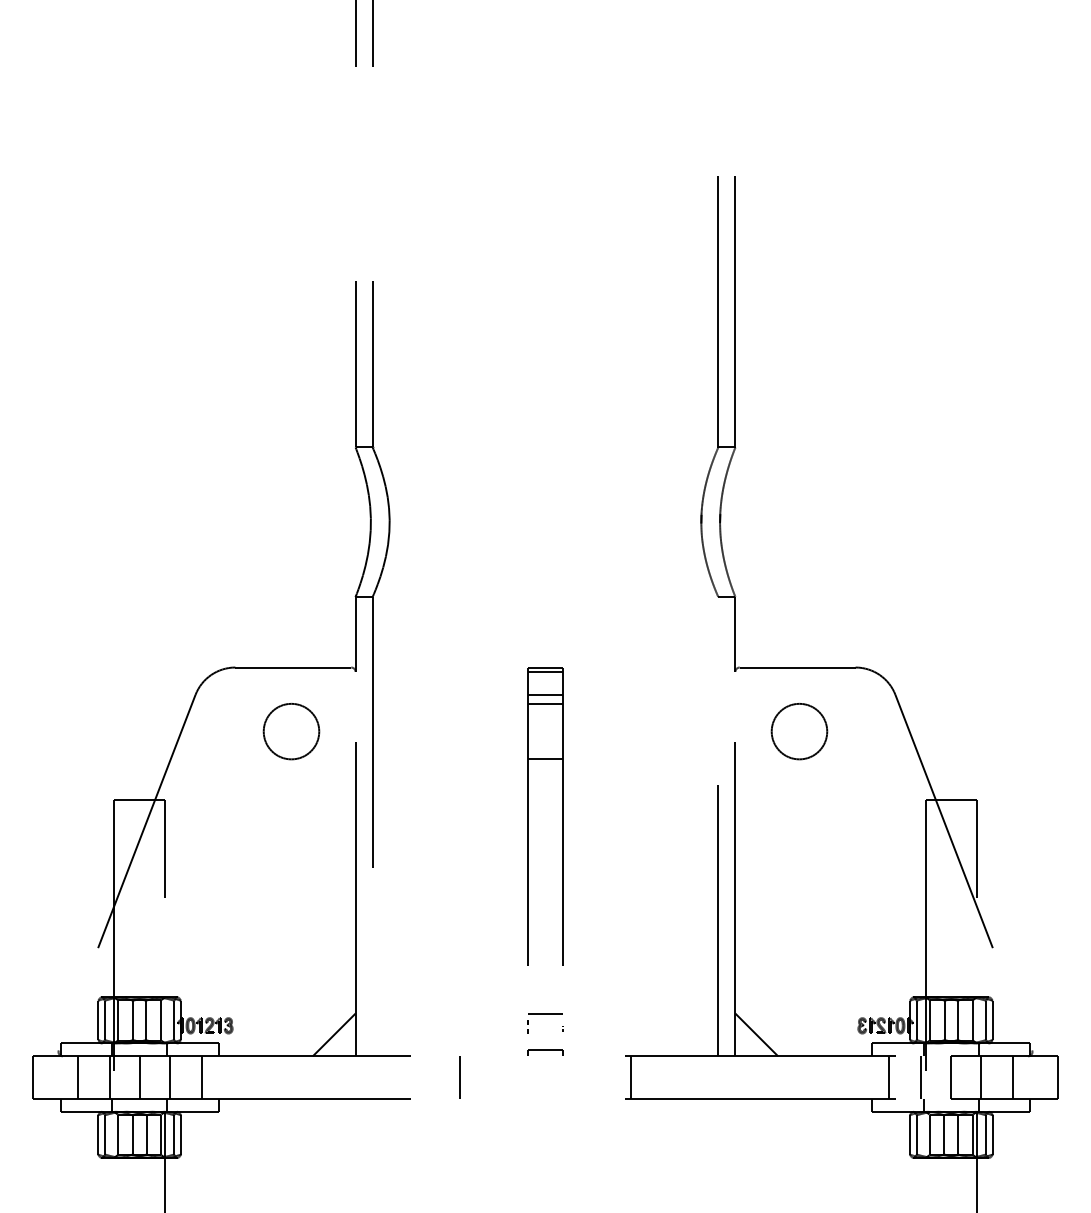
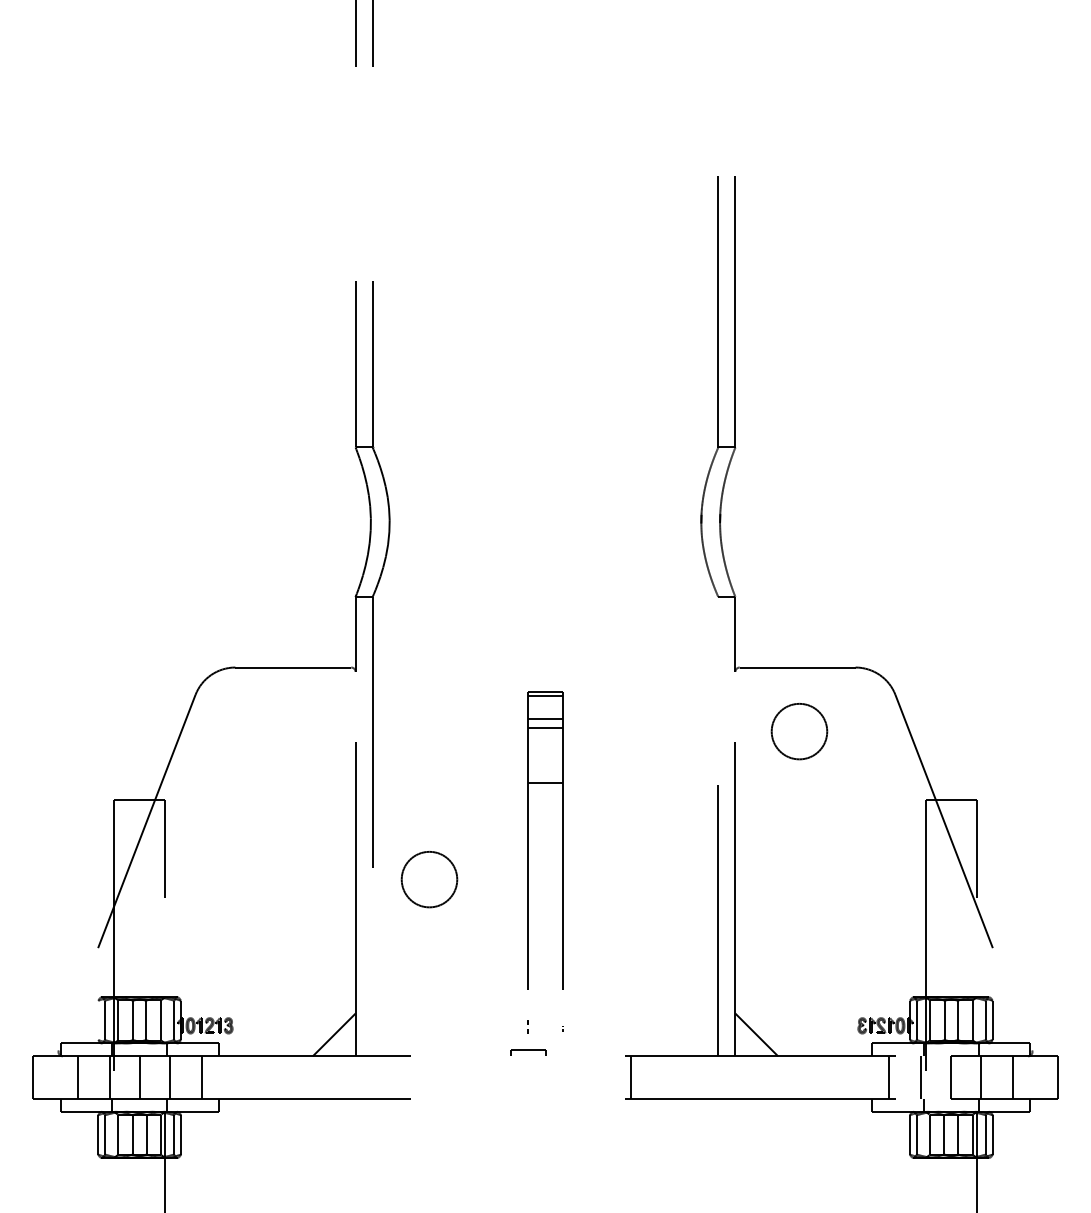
circle at (291, 731) position: (291, 731) -> (429, 879)
part at (528, 816) position: (528, 816) -> (528, 840)
line at (545, 1013): present -> none
line at (98, 1020): present -> none
part at (545, 1052) position: (545, 1052) -> (528, 1052)
line at (460, 1077): present -> none
